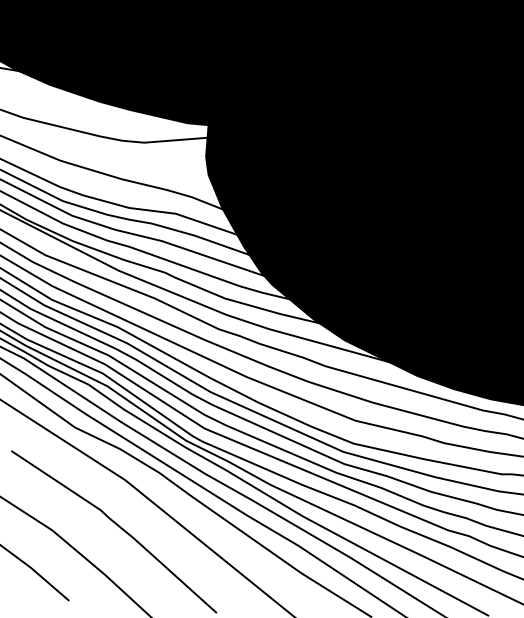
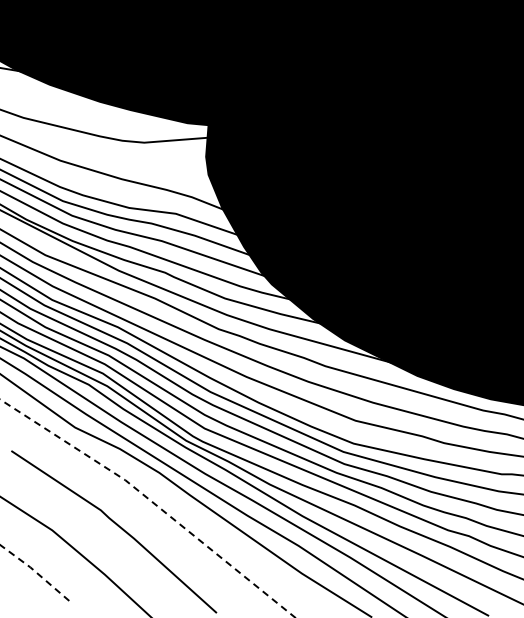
line at (152, 502): solid -> dashed
line at (34, 571): solid -> dashed
